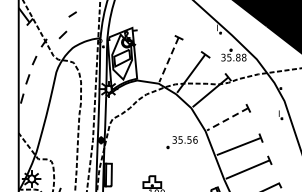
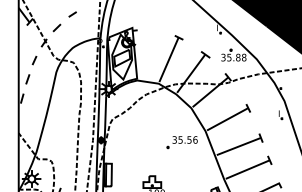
line at (62, 34) position: (62, 34) -> (56, 27)
line at (168, 60): dashed -> solid
line at (227, 119): dashed -> solid
